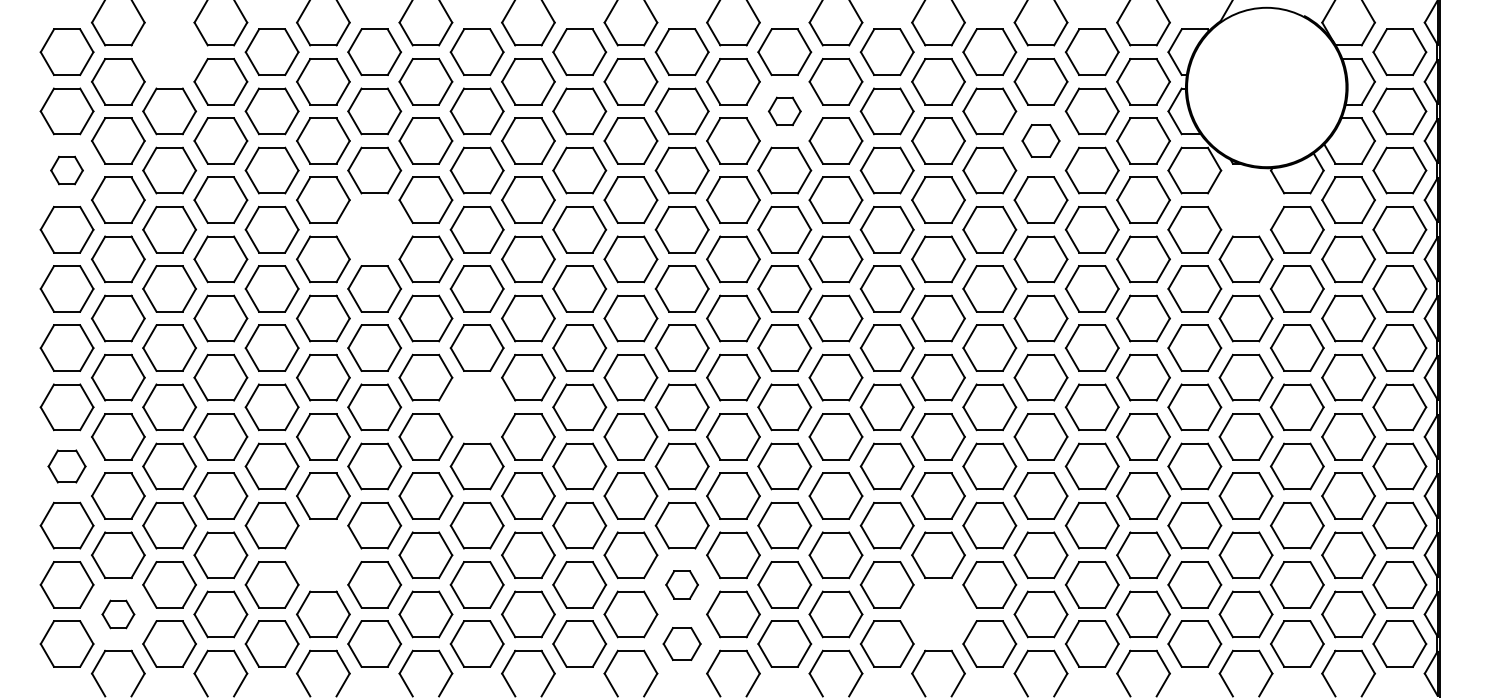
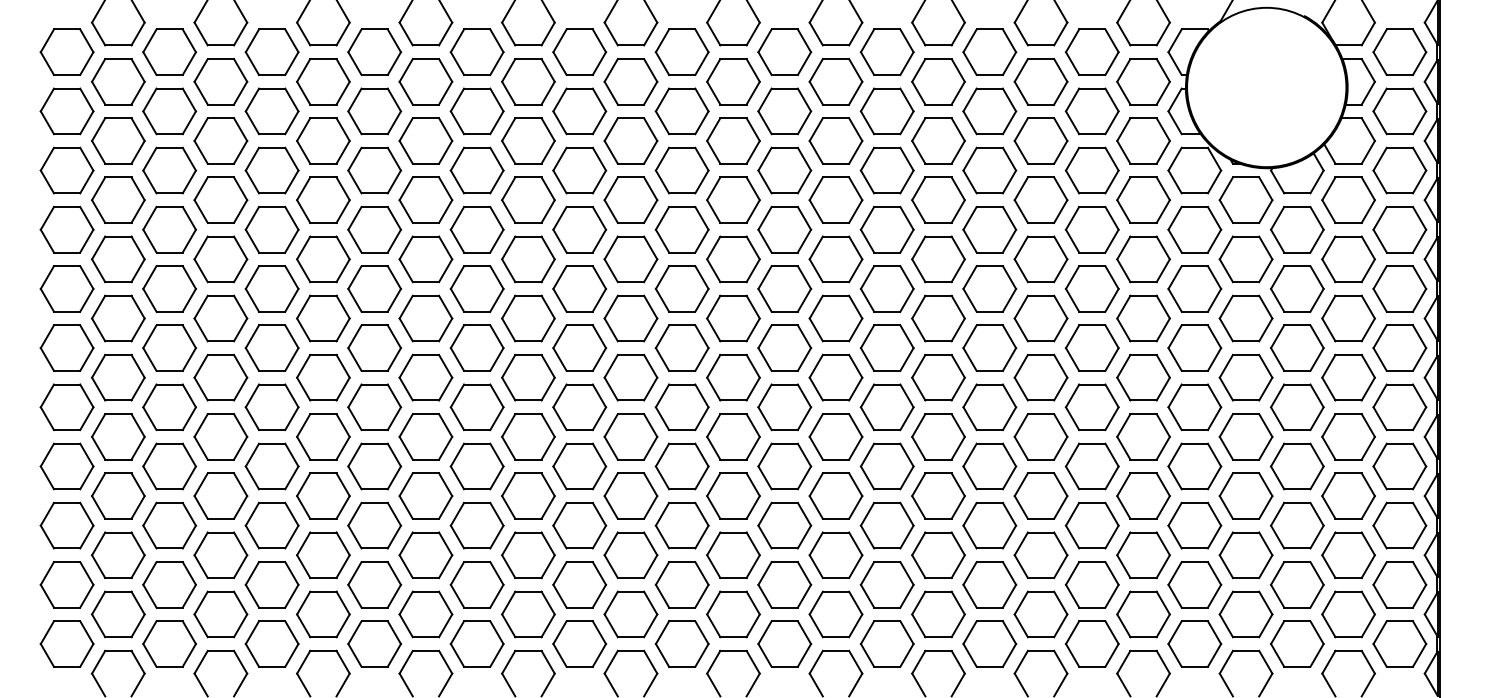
part at (169, 51): none -> present
part at (784, 111) size: 35x31 px -> 56x49 px
part at (1040, 140) size: 40x34 px -> 56x48 px
part at (66, 170) size: 34x31 px -> 56x49 px
part at (1245, 199): none -> present
part at (374, 229): none -> present
part at (476, 407): none -> present
part at (66, 466) size: 40x35 px -> 56x49 px
part at (323, 555): none -> present
part at (681, 584) size: 34x30 px -> 56x48 px
part at (118, 614) size: 35x31 px -> 55x49 px
part at (938, 614): none -> present
part at (681, 643) size: 40x34 px -> 56x48 px
